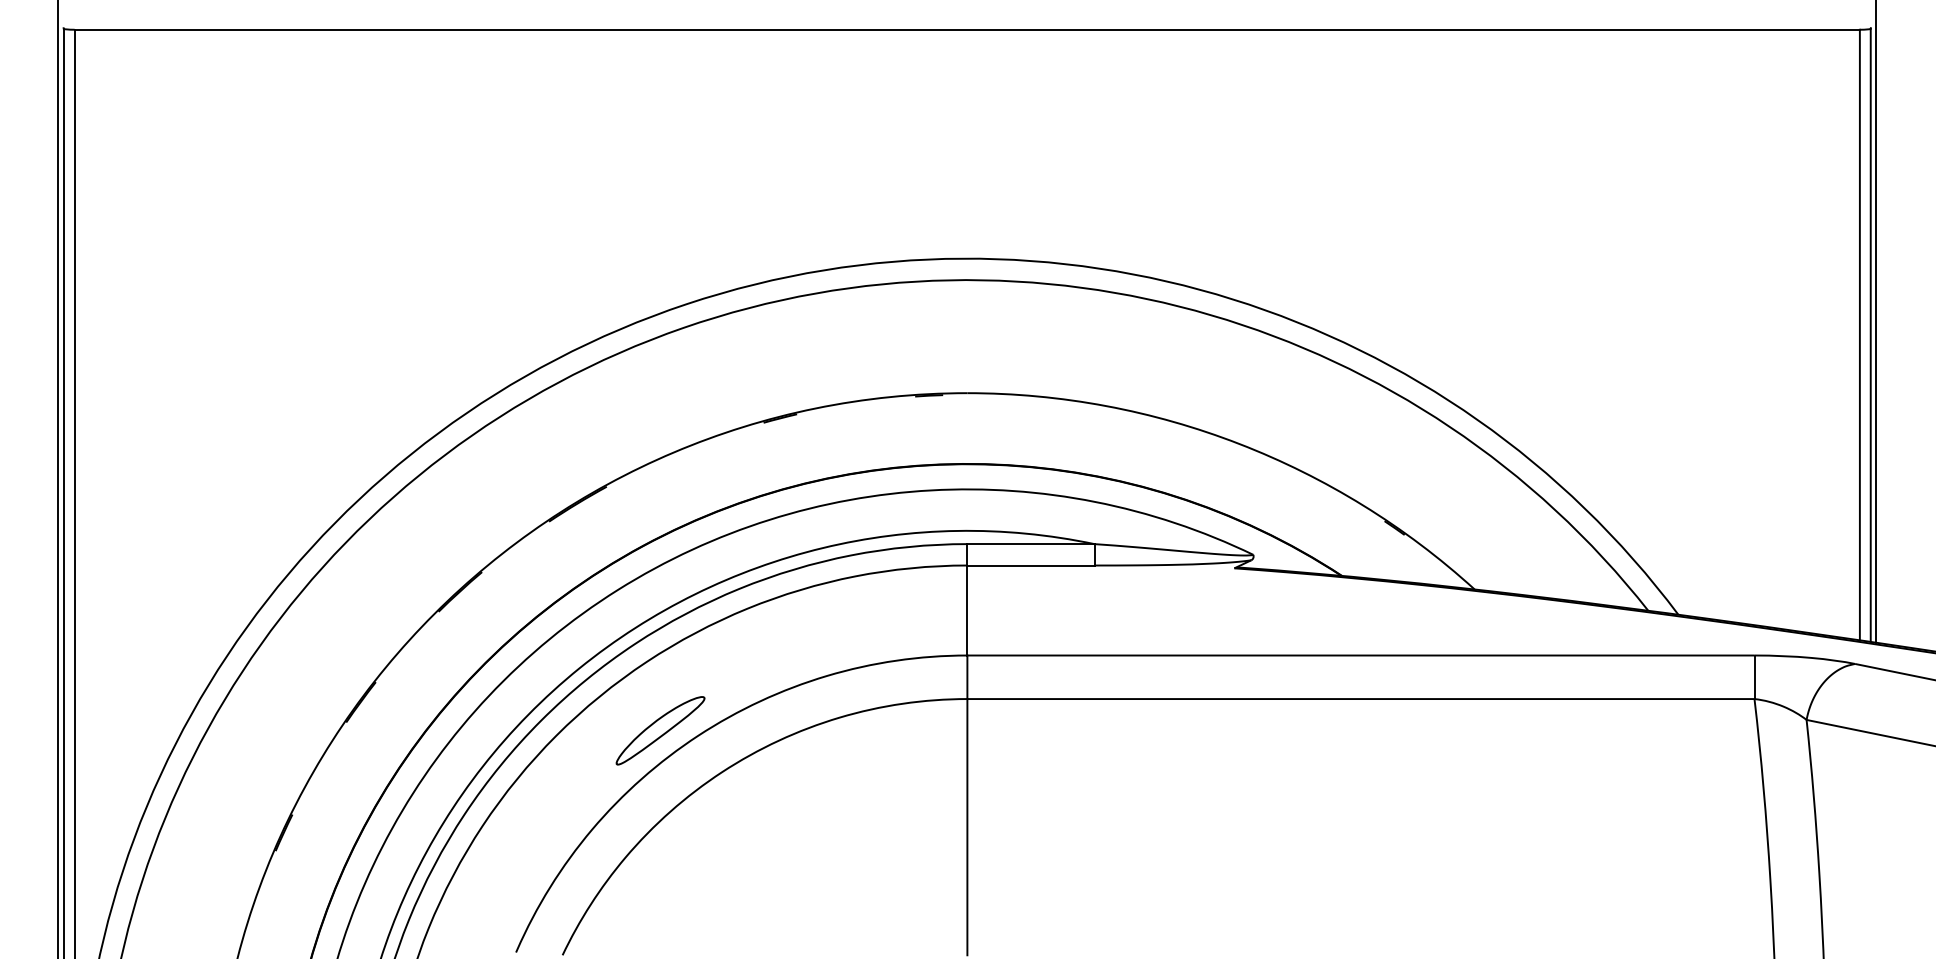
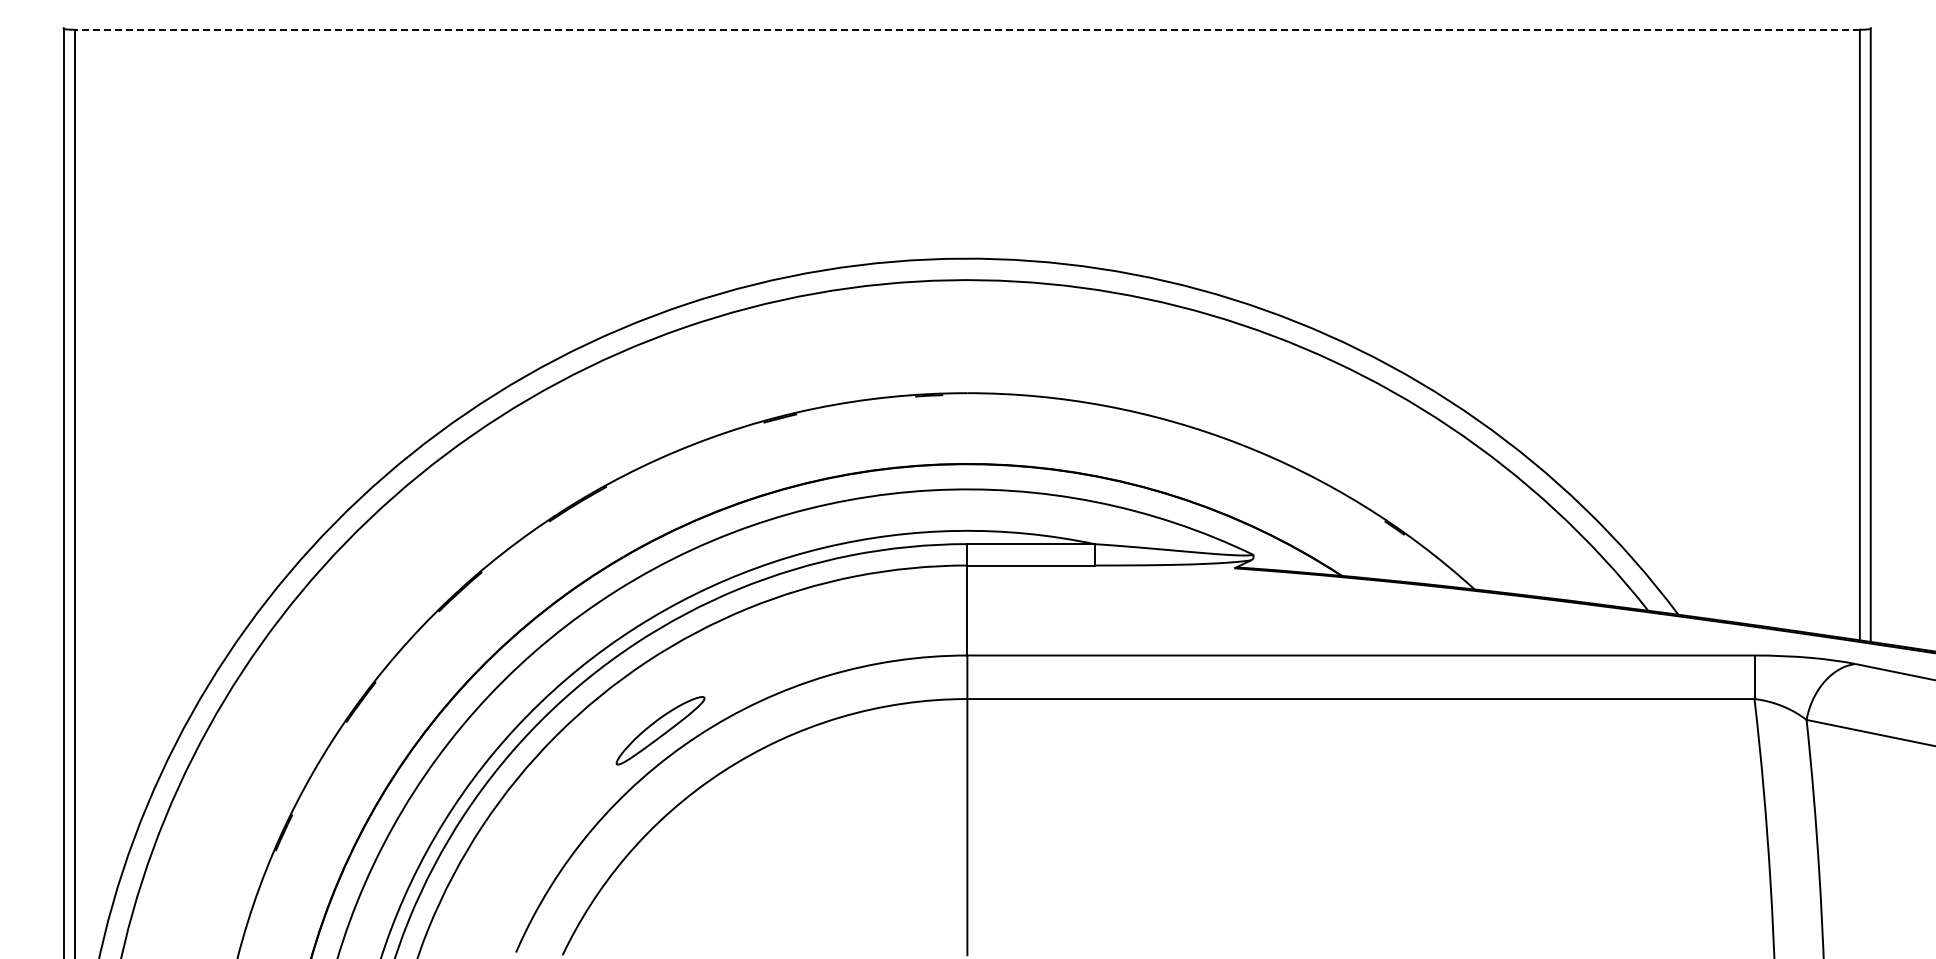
line at (967, 29): solid -> dashed
line at (1876, 322): present -> none
line at (58, 478): present -> none
